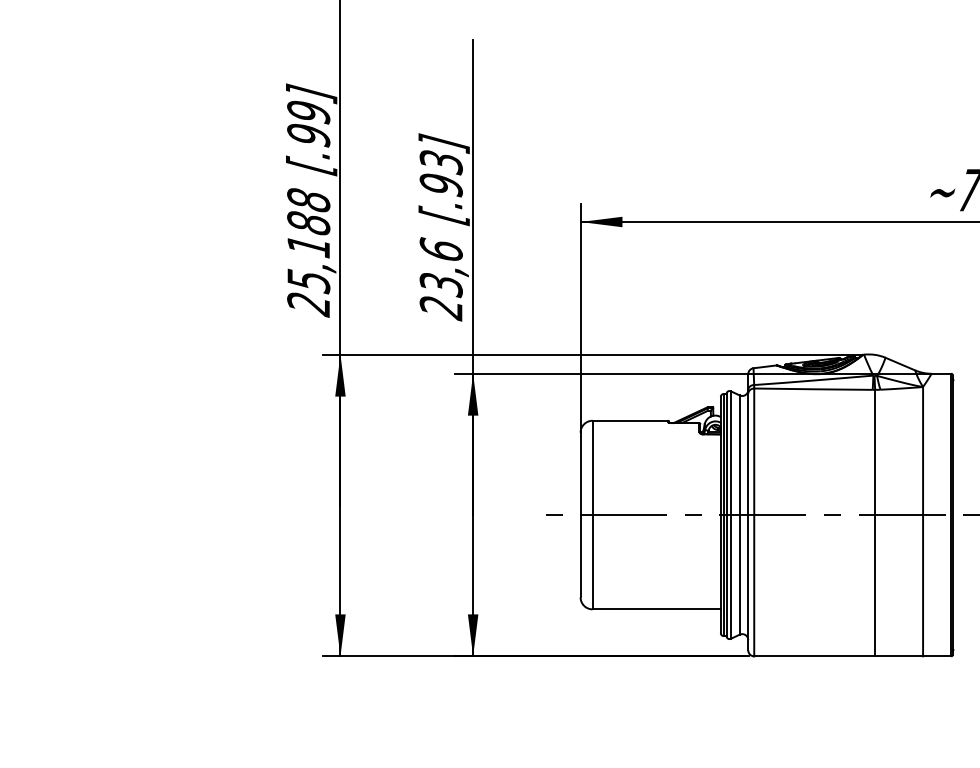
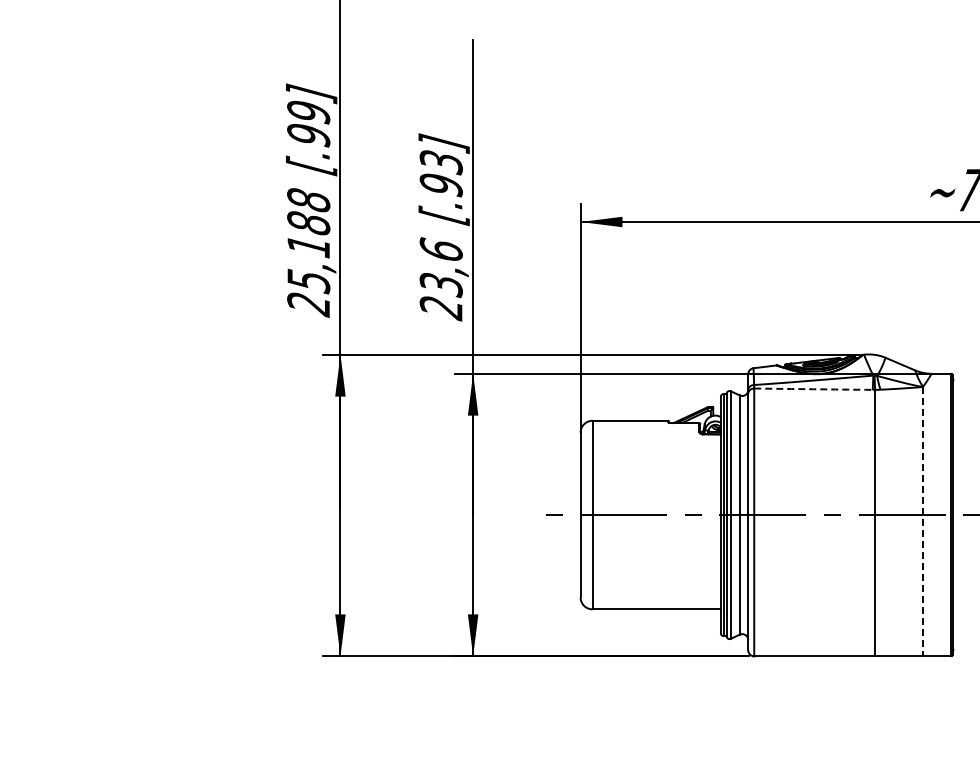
arc at (813, 389): solid -> dashed
line at (923, 521): solid -> dashed
